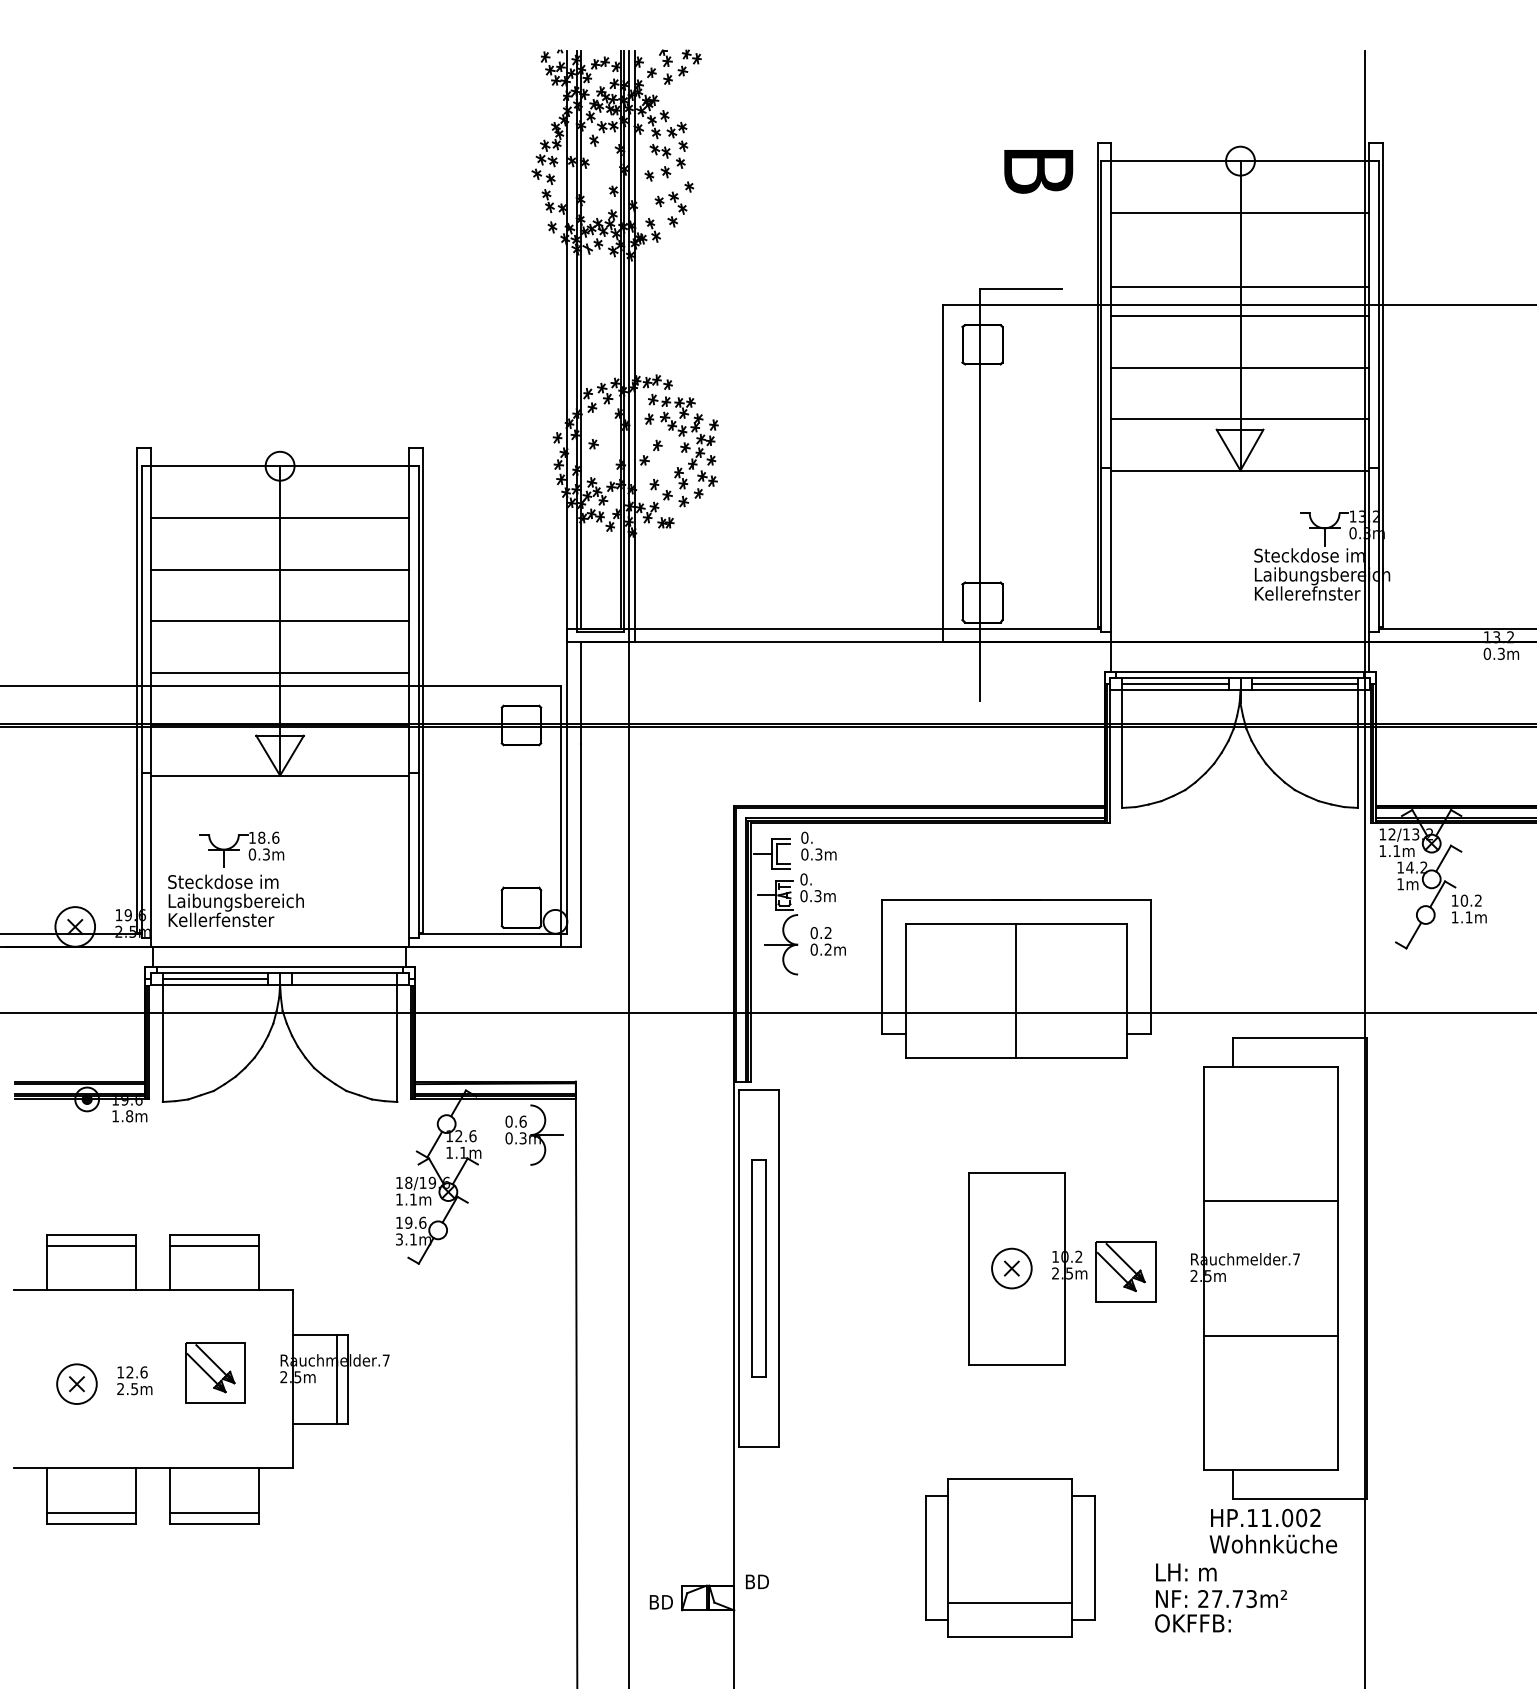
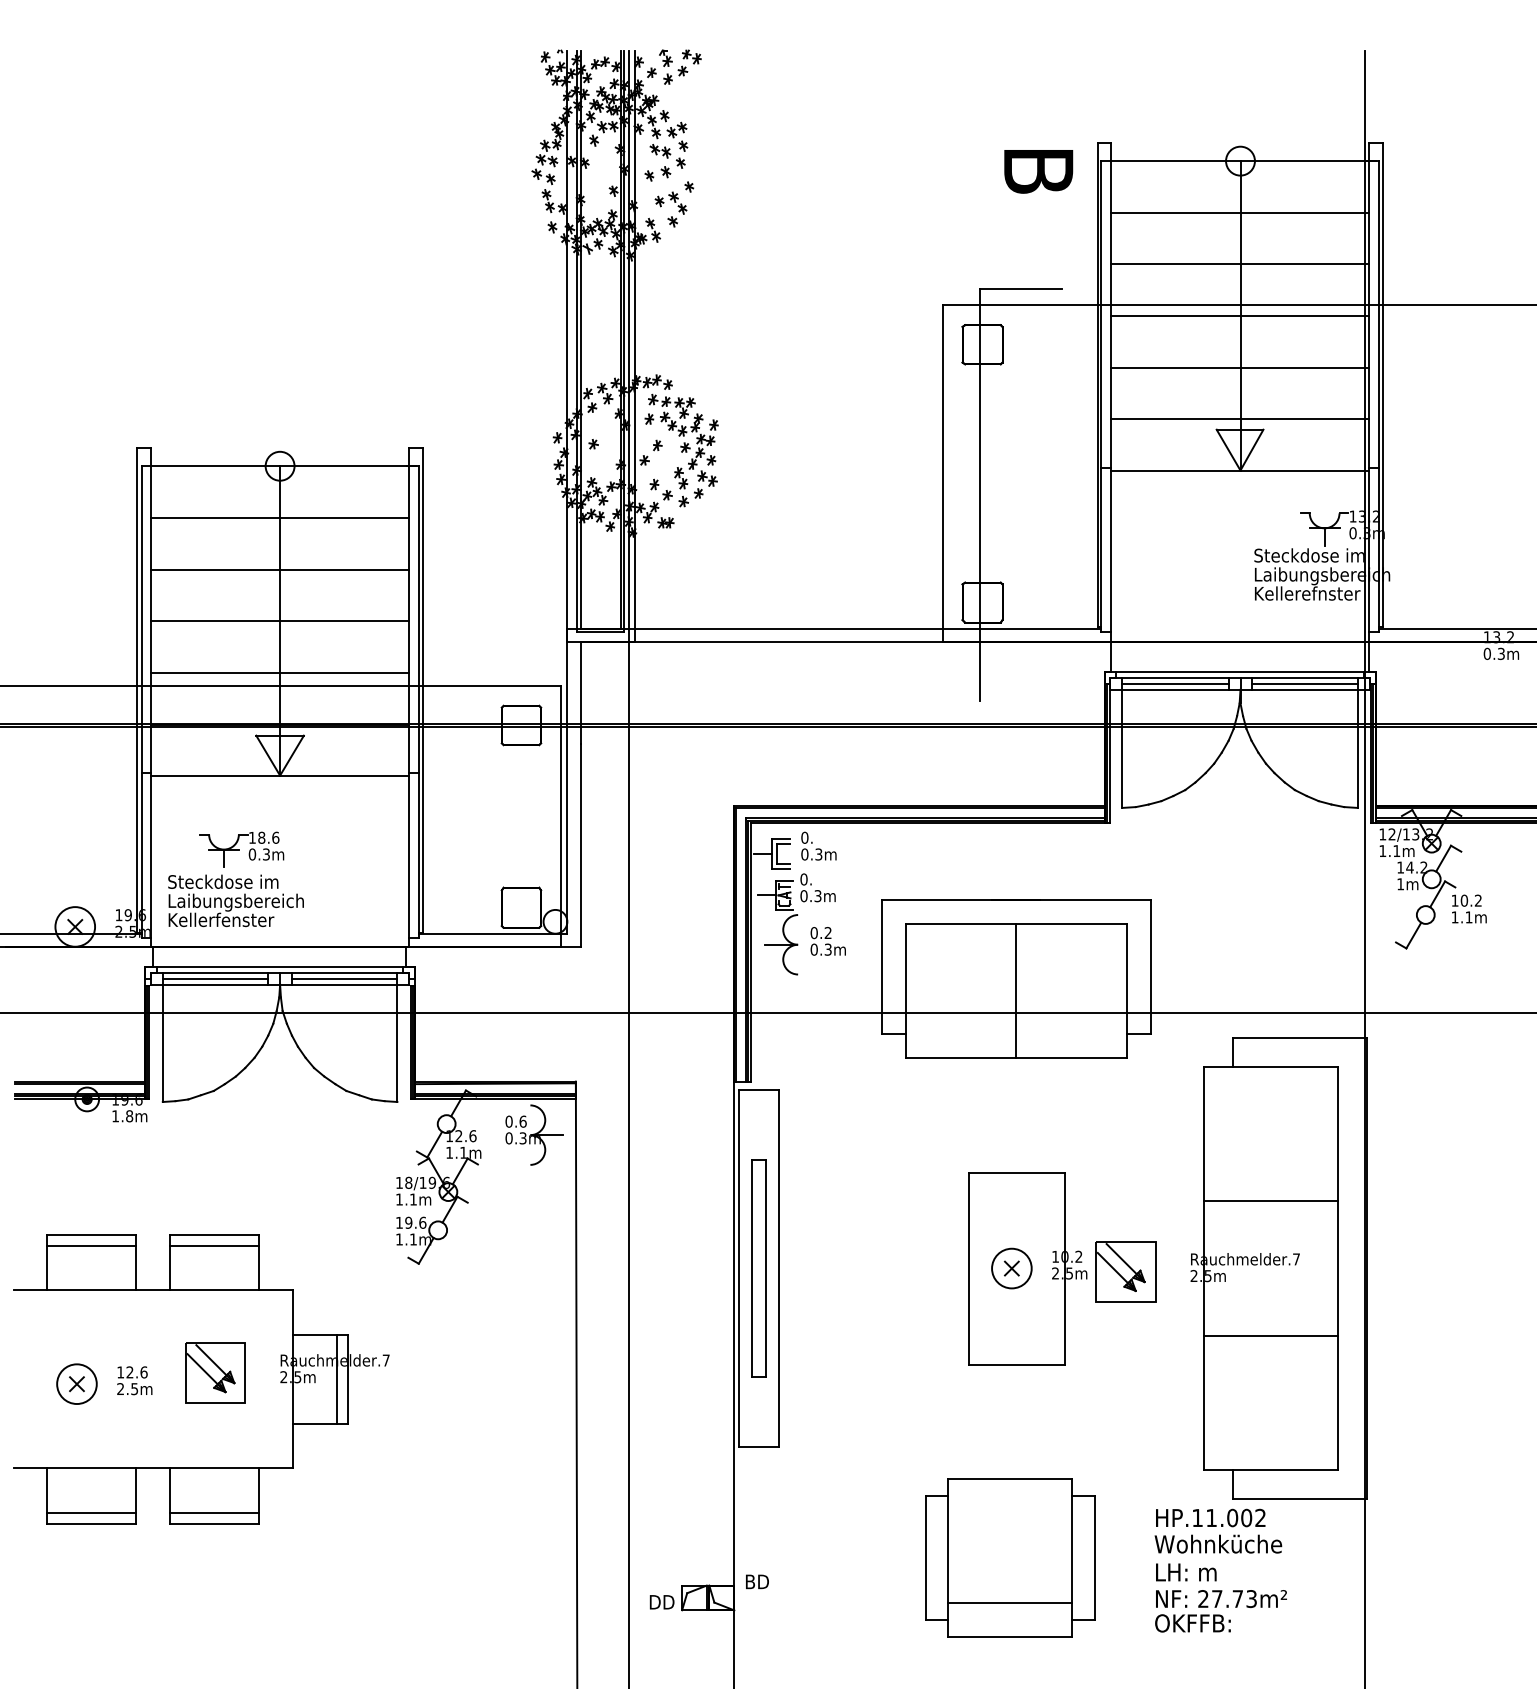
line at (1239, 286) position: (1239, 286) -> (1239, 263)
text at (827, 949): 0.2m -> 0.3m
line at (344, 978): none -> present
text at (399, 1239): 3.1m -> 1.1m
text at (1273, 1530) position: (1273, 1530) -> (1218, 1530)
text at (662, 1602): BD -> DD
